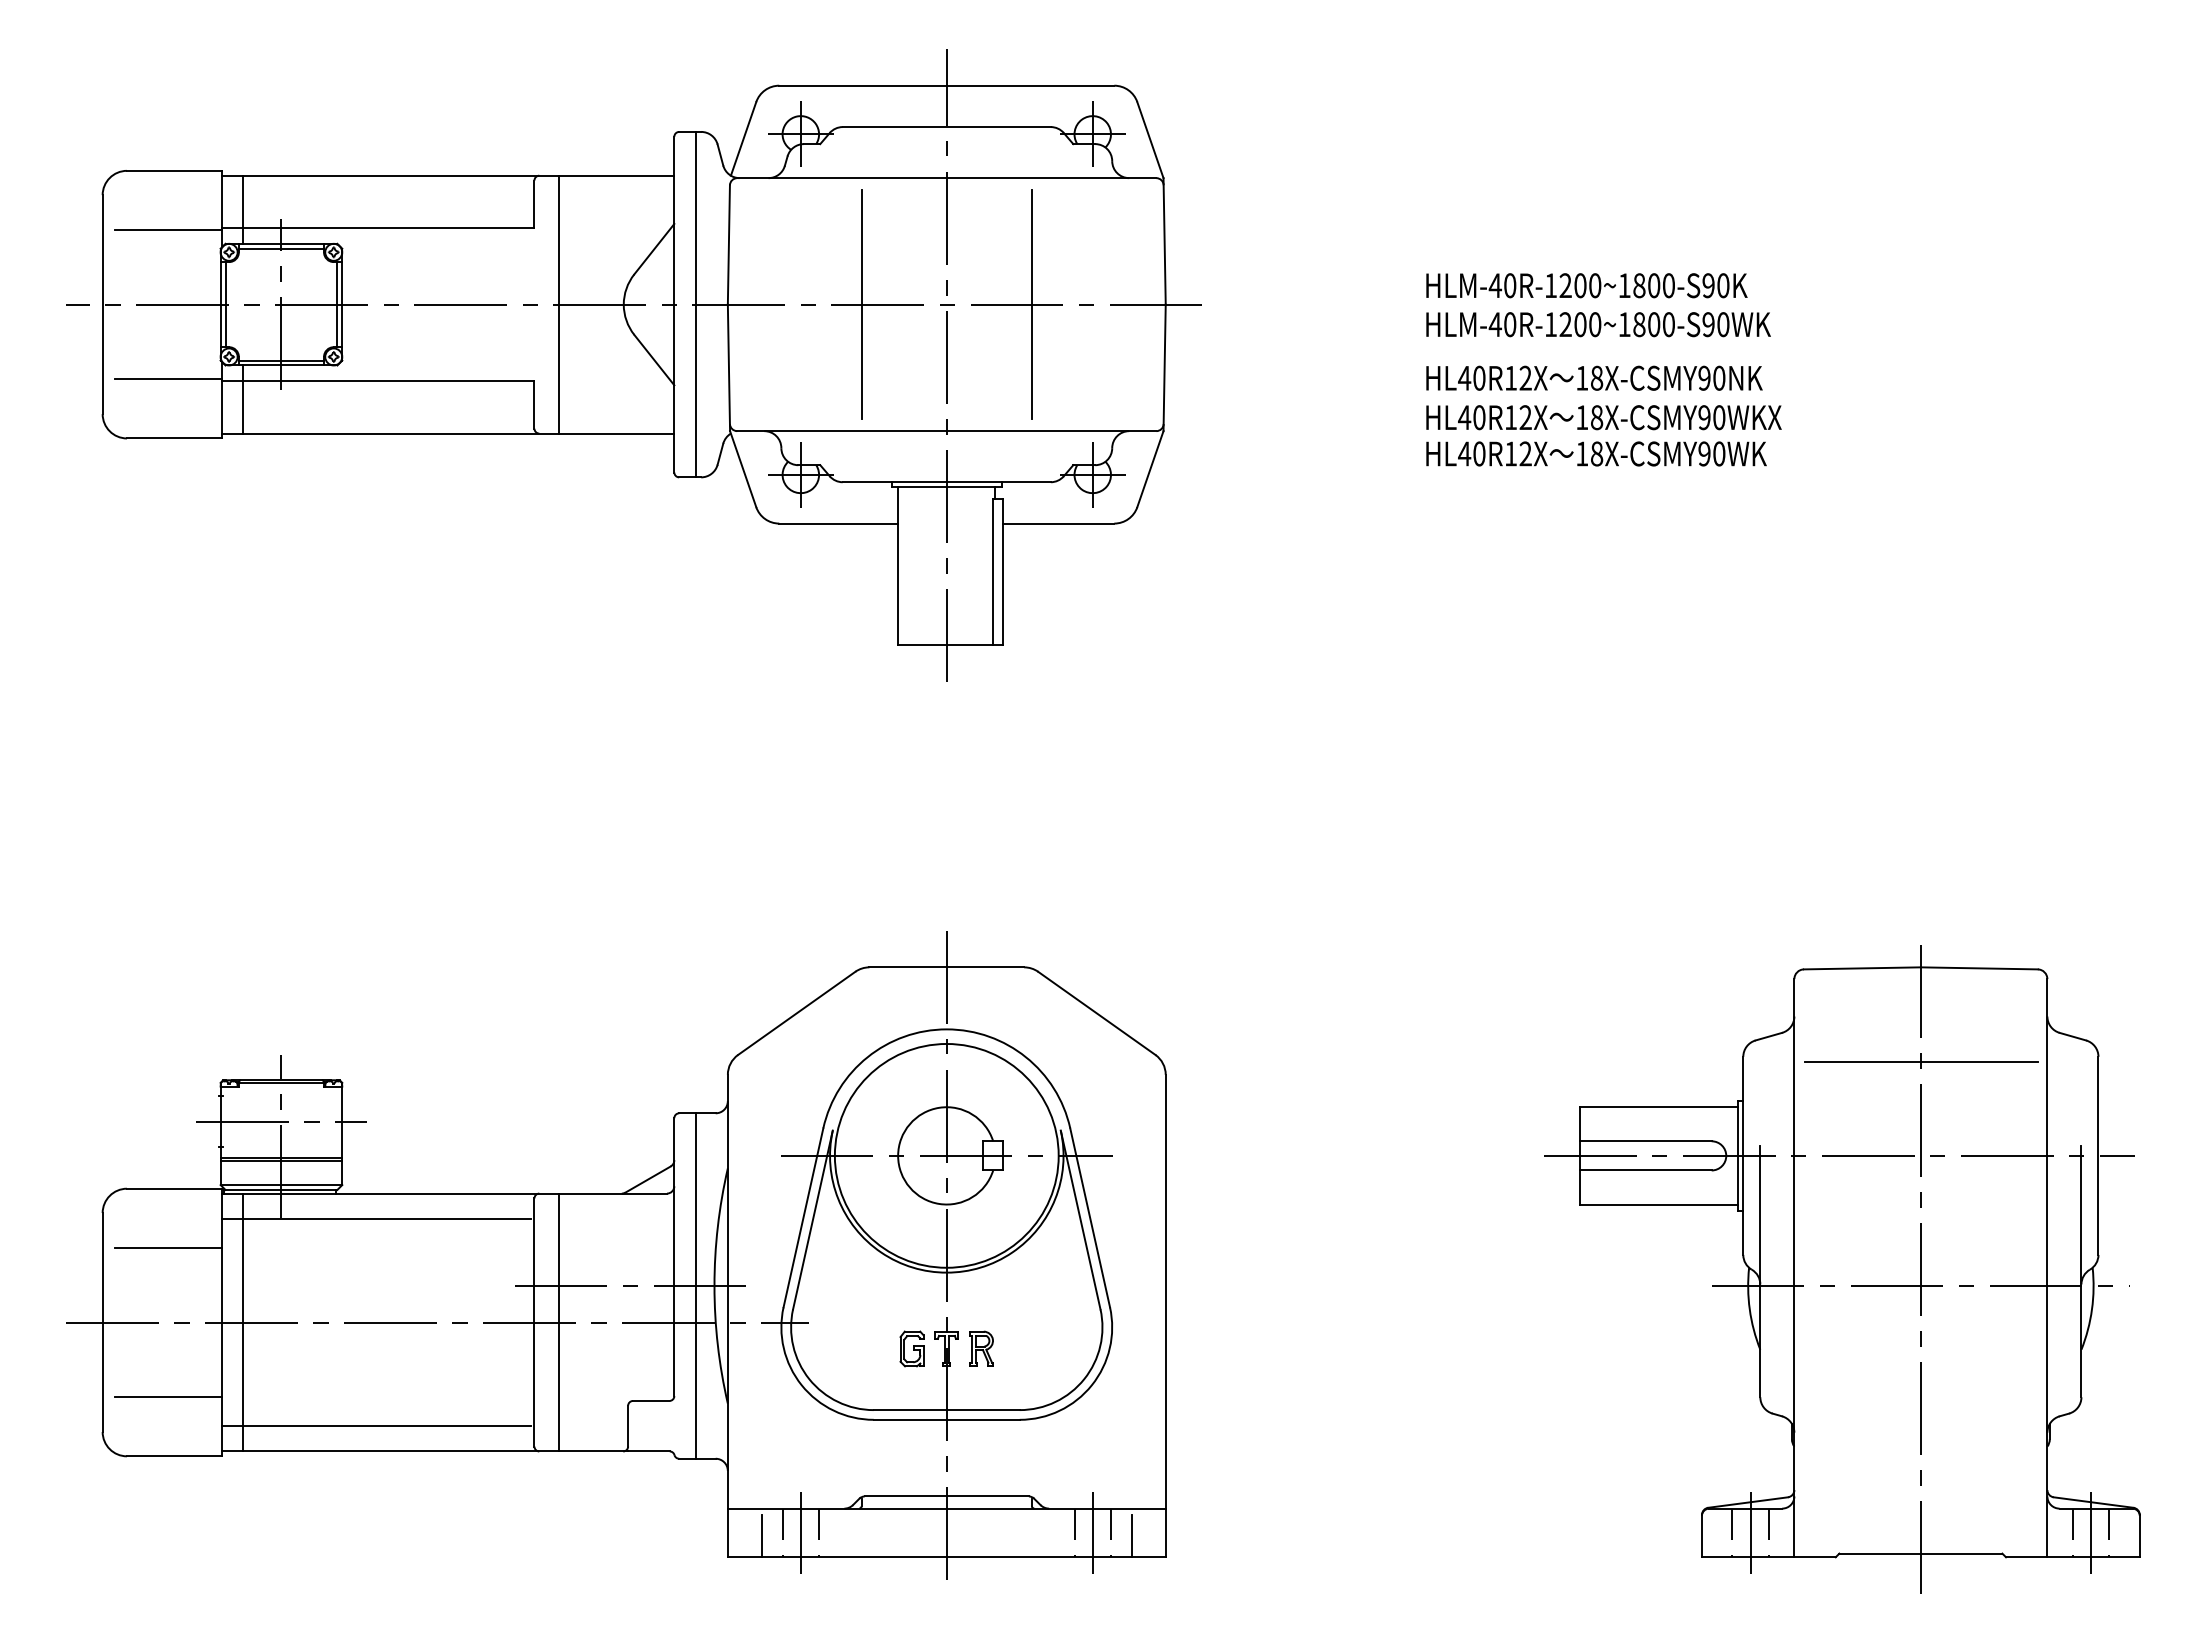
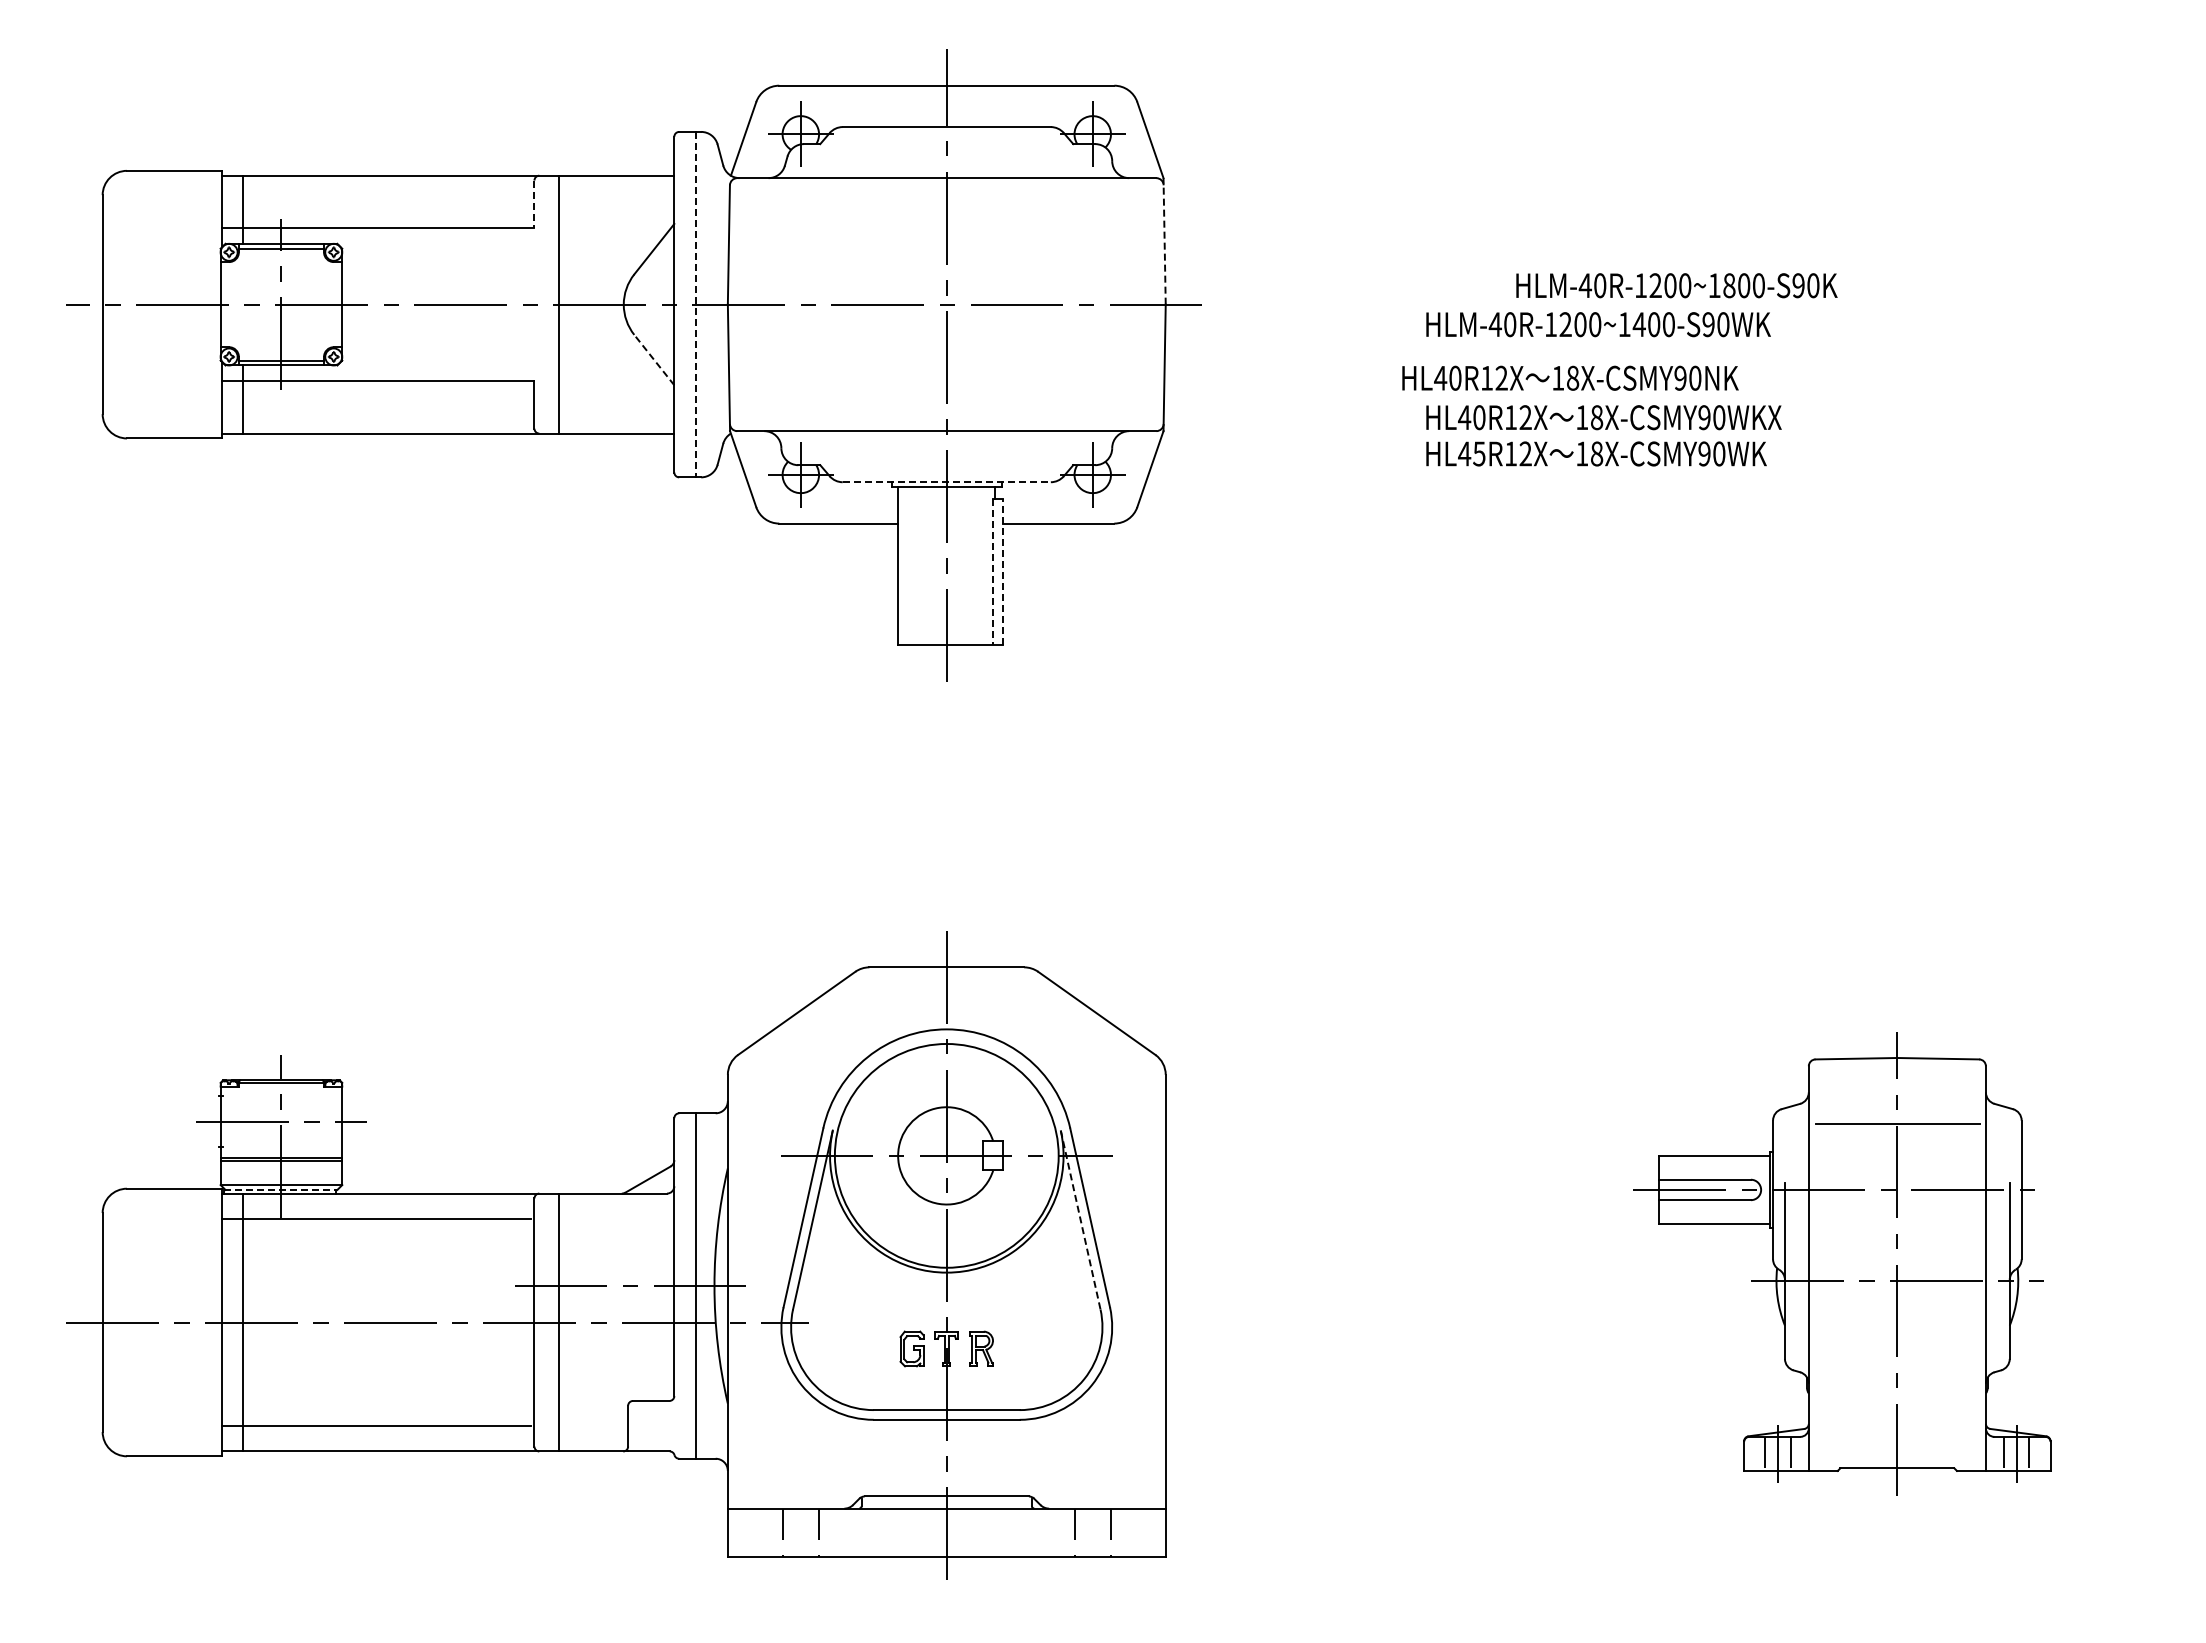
line at (534, 204): solid -> dashed
line at (167, 230): present -> none
line at (1164, 240): solid -> dashed
text at (1586, 285) position: (1586, 285) -> (1676, 285)
line at (225, 304): present -> none
line at (337, 304): present -> none
line at (696, 304): solid -> dashed
line at (861, 304): present -> none
line at (1031, 304): present -> none
text at (1638, 324): HLM-40R-1200~1800-S90WK -> HLM-40R-1200~1400-S90WK
line at (654, 359): solid -> dashed
text at (1594, 377) position: (1594, 377) -> (1570, 377)
line at (167, 378): present -> none
text at (1479, 453): HL40R12X -> HL45R12X
line at (947, 482): solid -> dashed
line at (993, 572): solid -> dashed
line at (1002, 572): solid -> dashed
line at (280, 1189): solid -> dashed
line at (1080, 1220): solid -> dashed
line at (167, 1248): present -> none
part at (1842, 1269) size: 597x649 px -> 419x460 px
line at (167, 1396): present -> none
line at (800, 1532): present -> none
line at (1092, 1532): present -> none
line at (761, 1536): present -> none
line at (1131, 1536): present -> none
